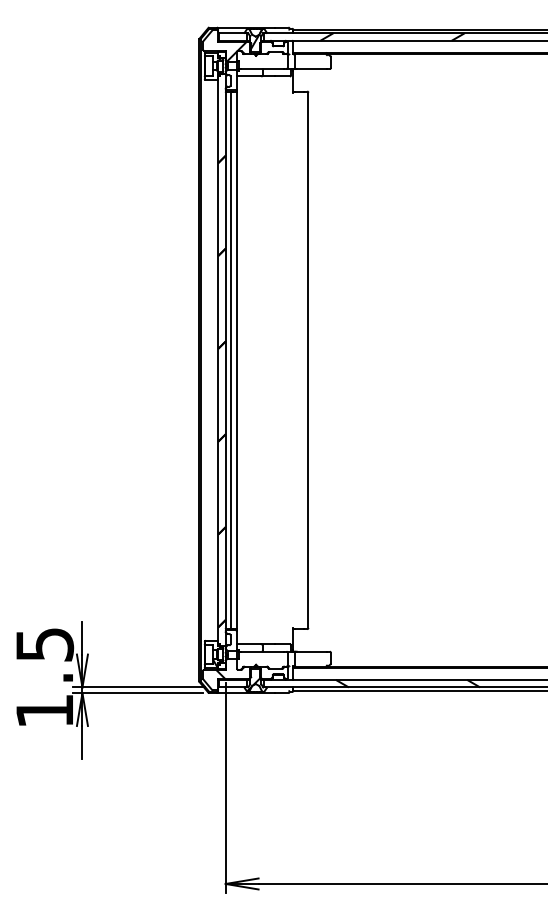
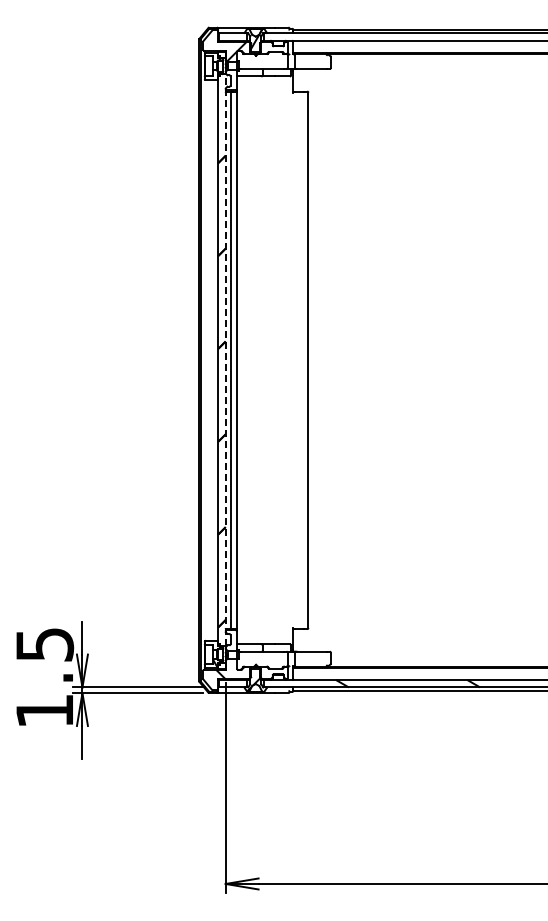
hatch at (392, 36): present -> none
line at (225, 359): solid -> dashed
